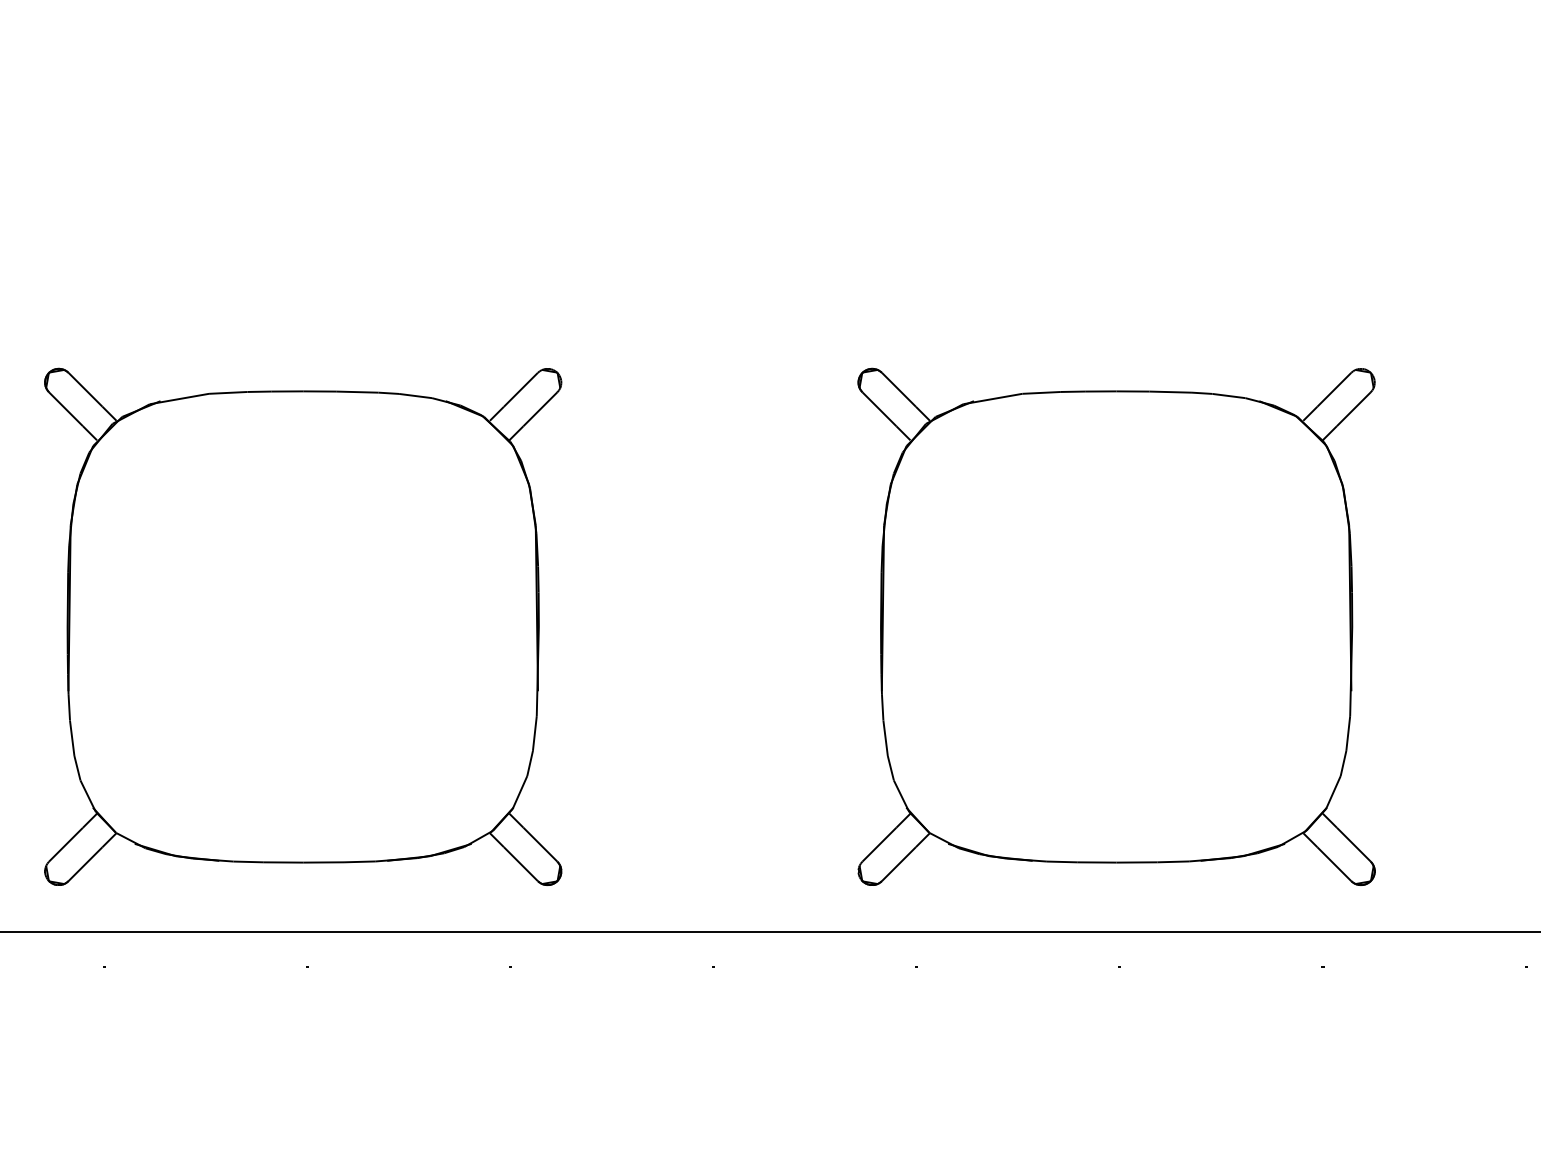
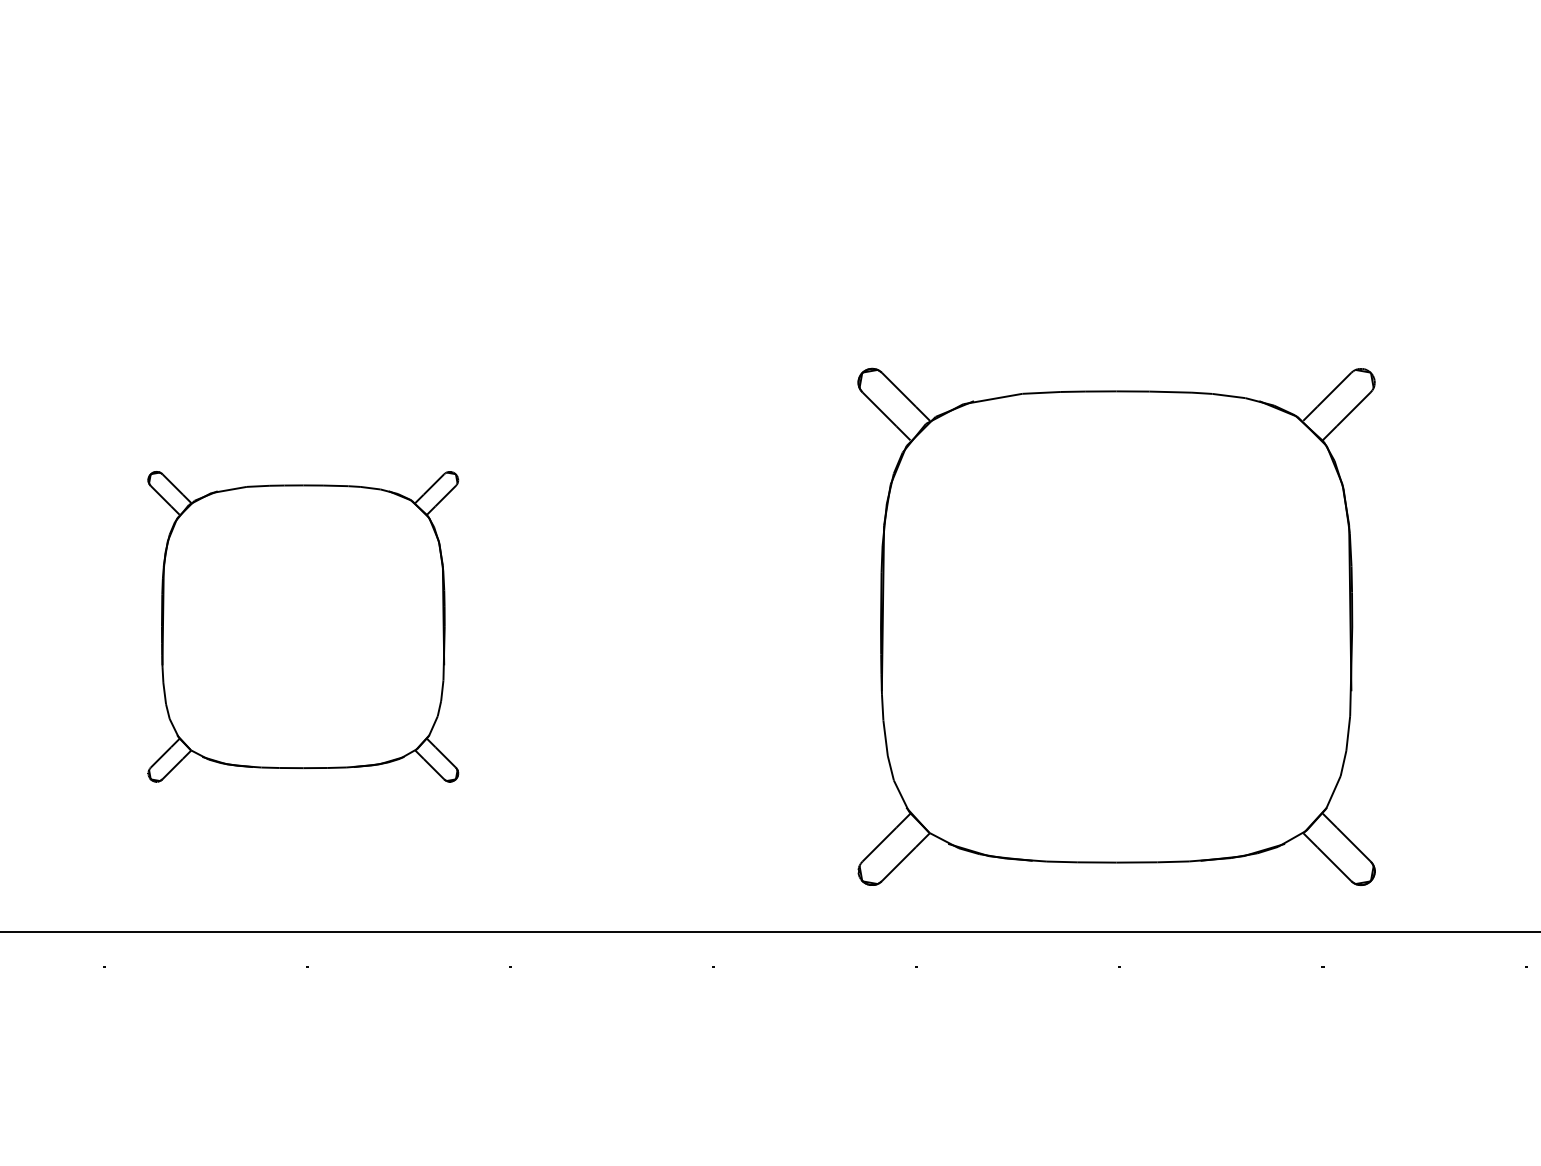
part at (303, 626) size: 519x519 px -> 313x312 px
